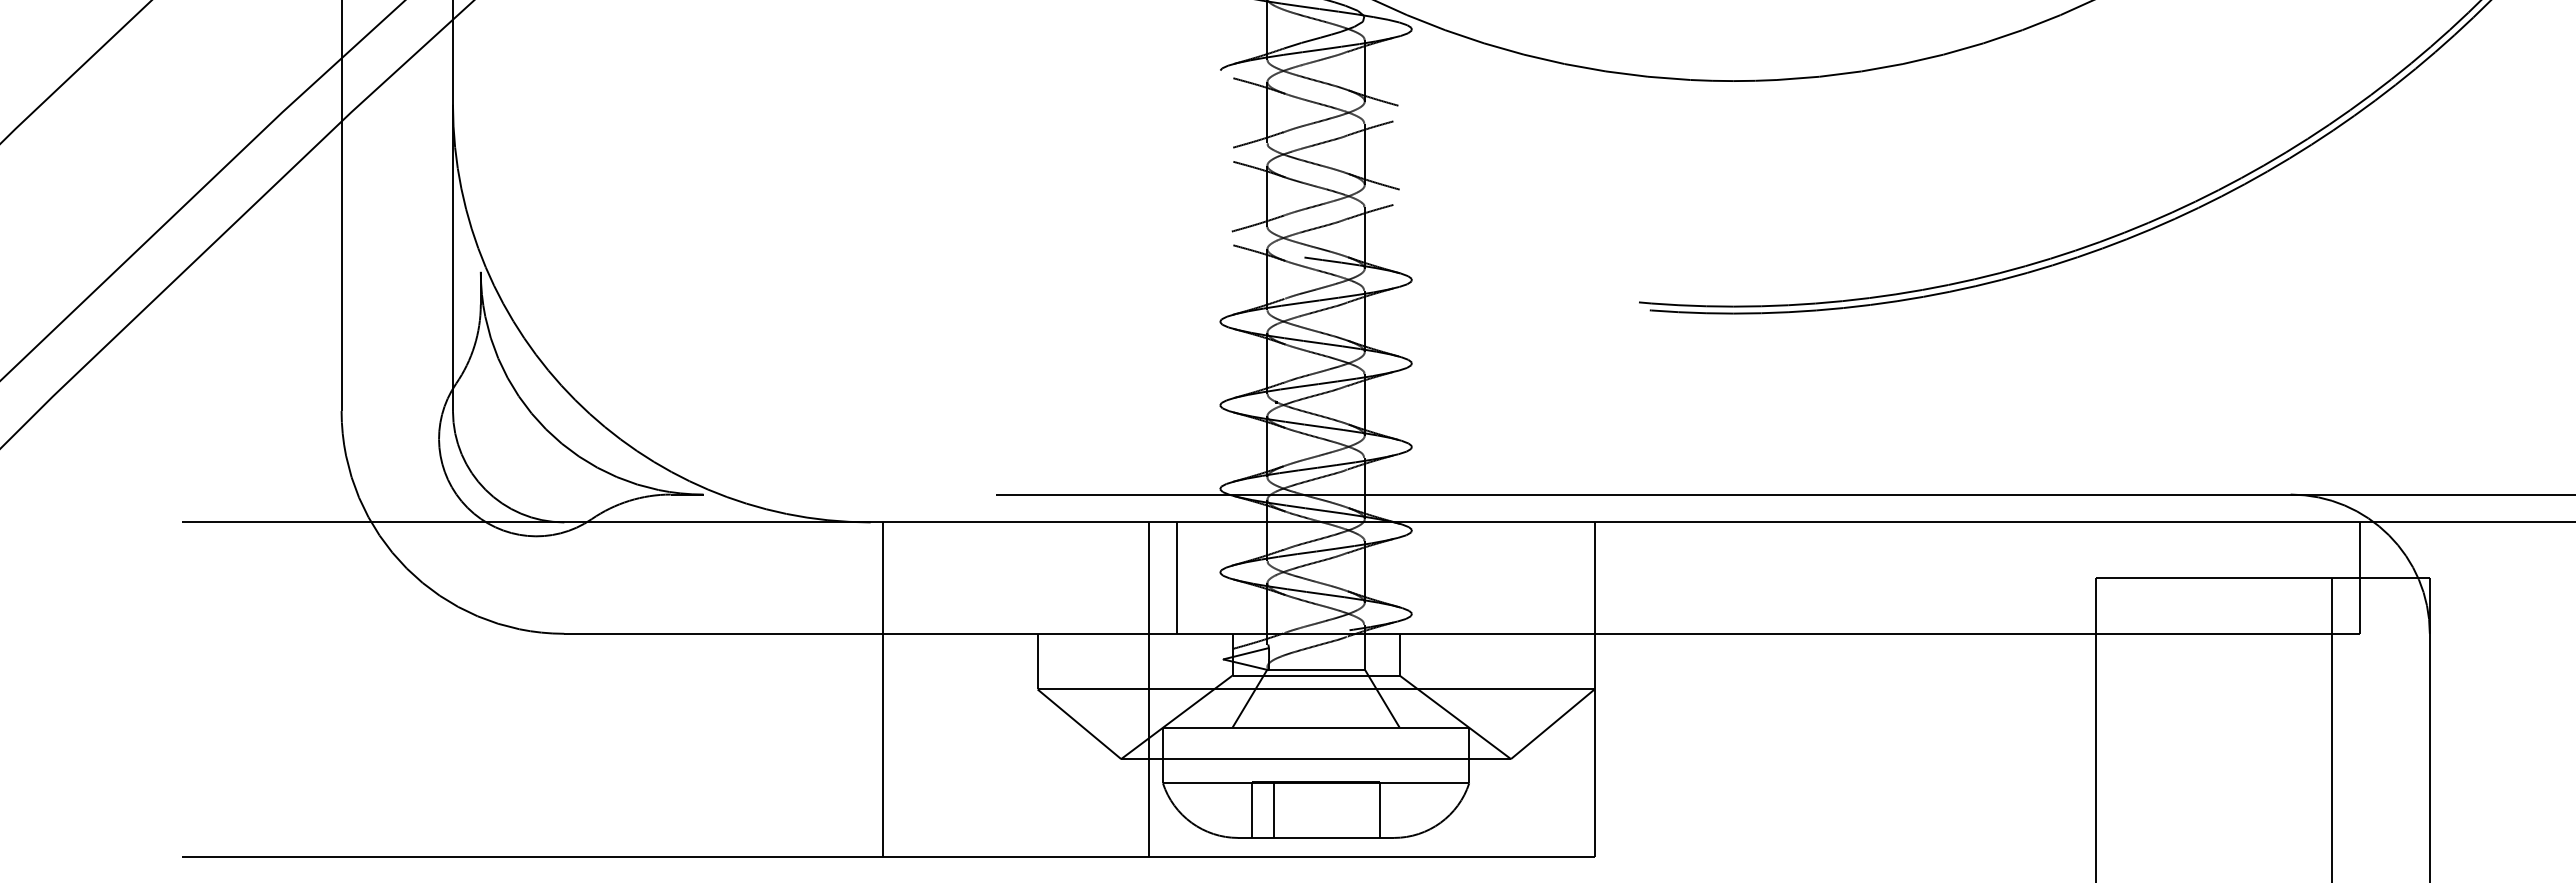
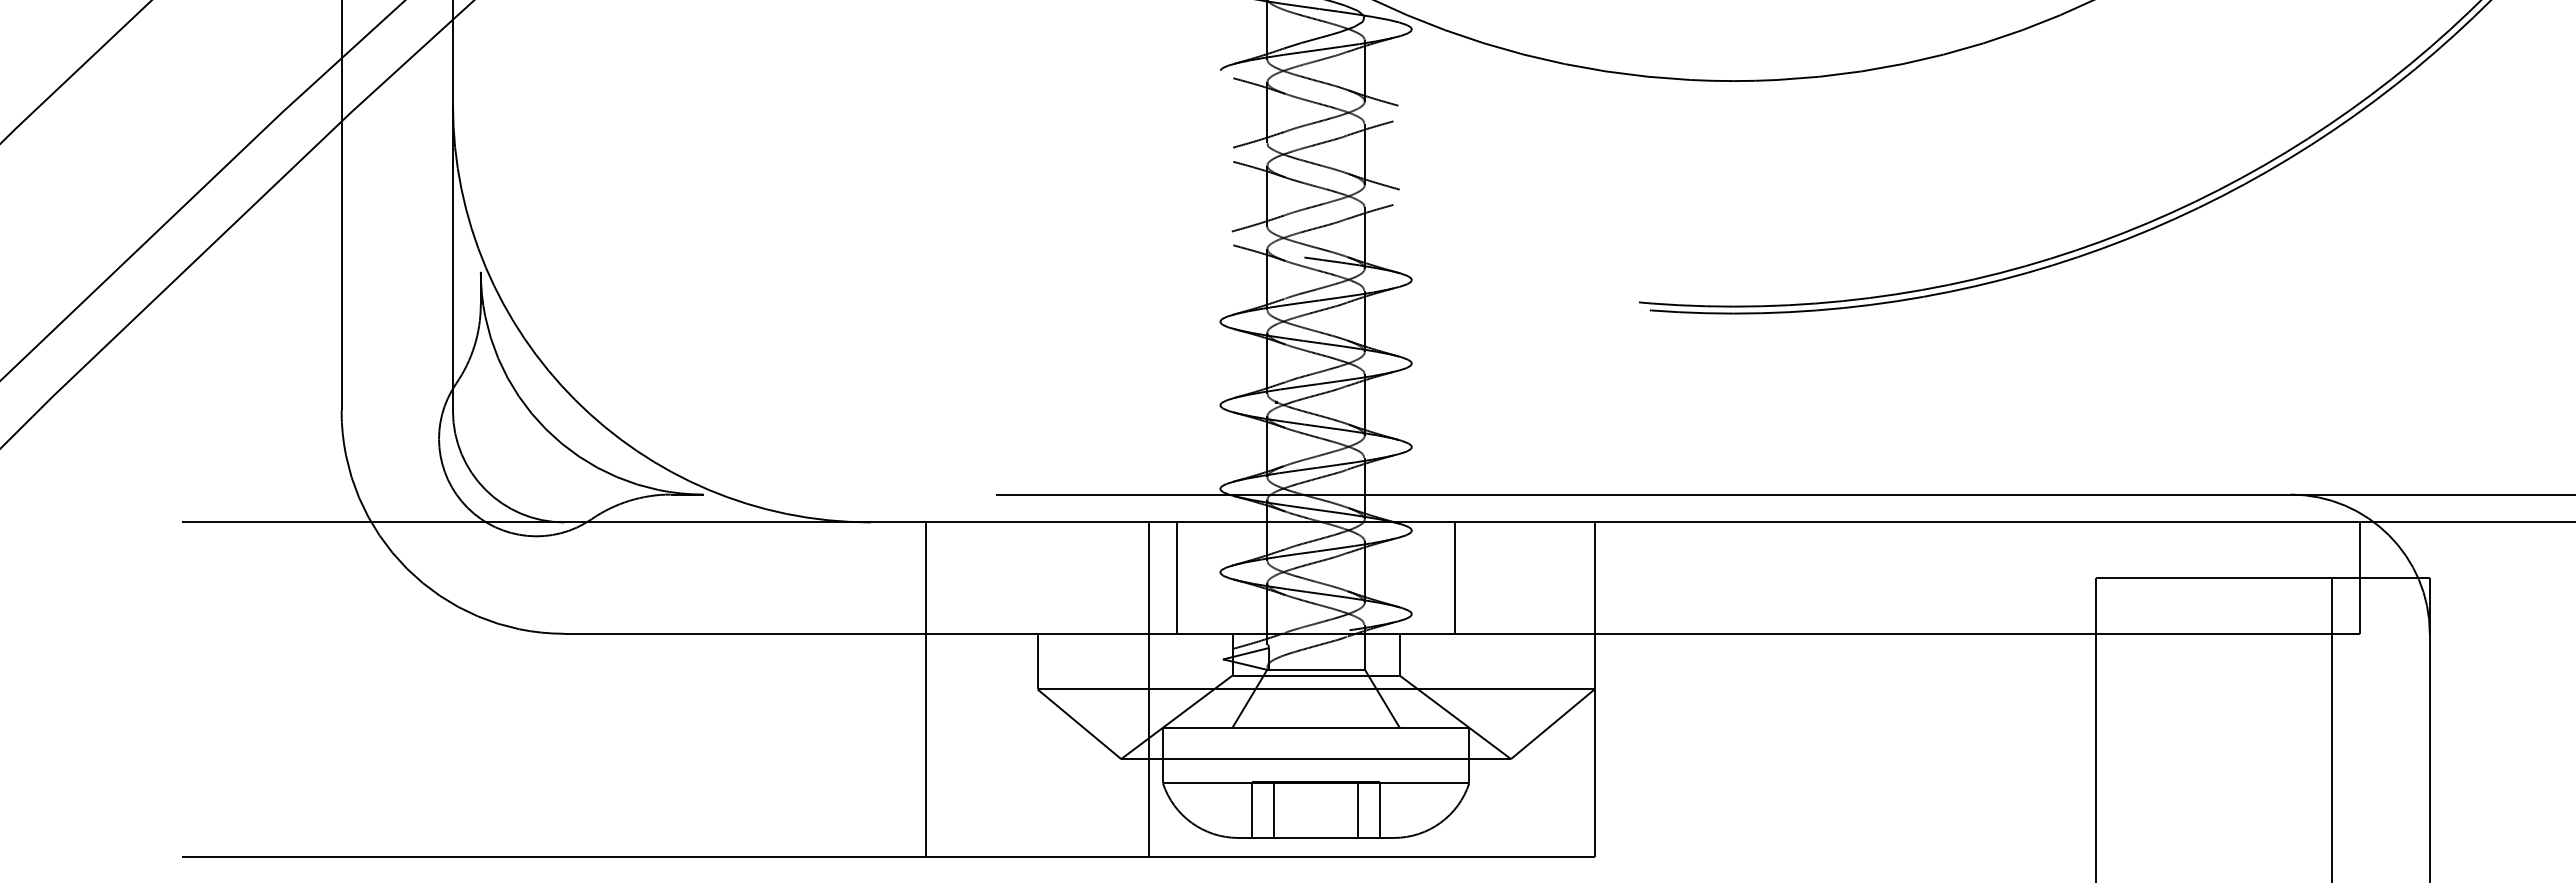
line at (1455, 577): none -> present
line at (883, 689) position: (883, 689) -> (926, 689)
line at (1357, 809): none -> present
